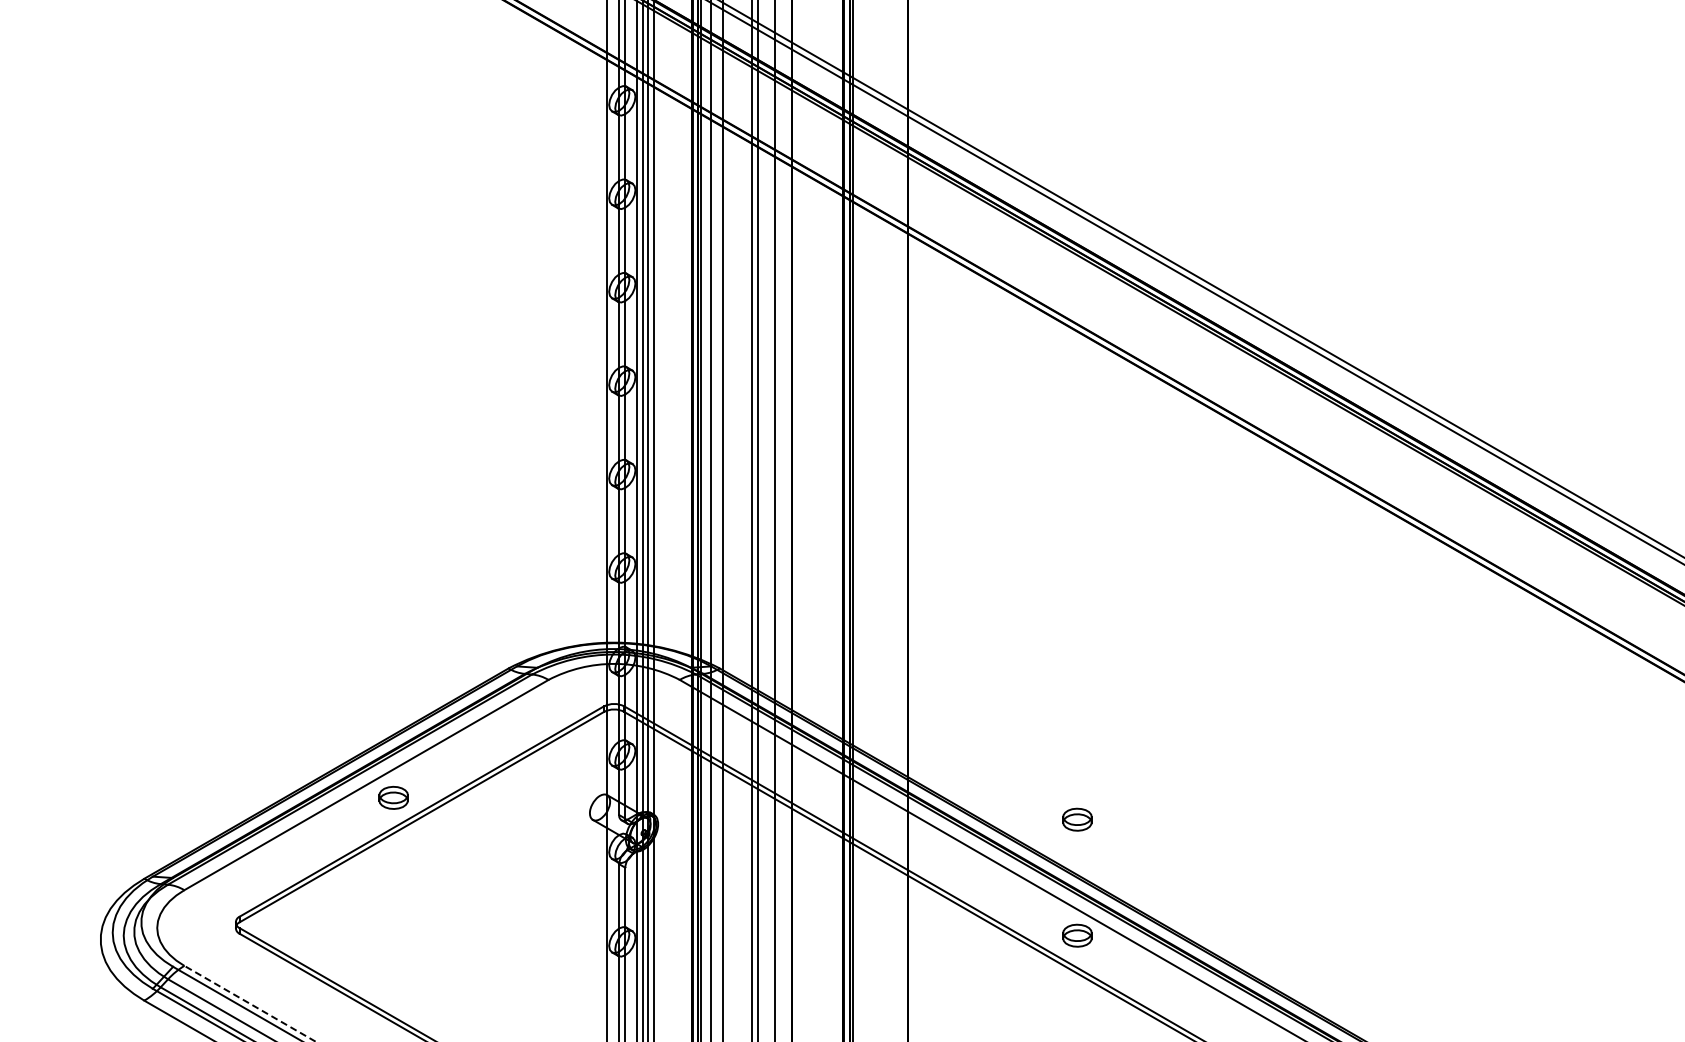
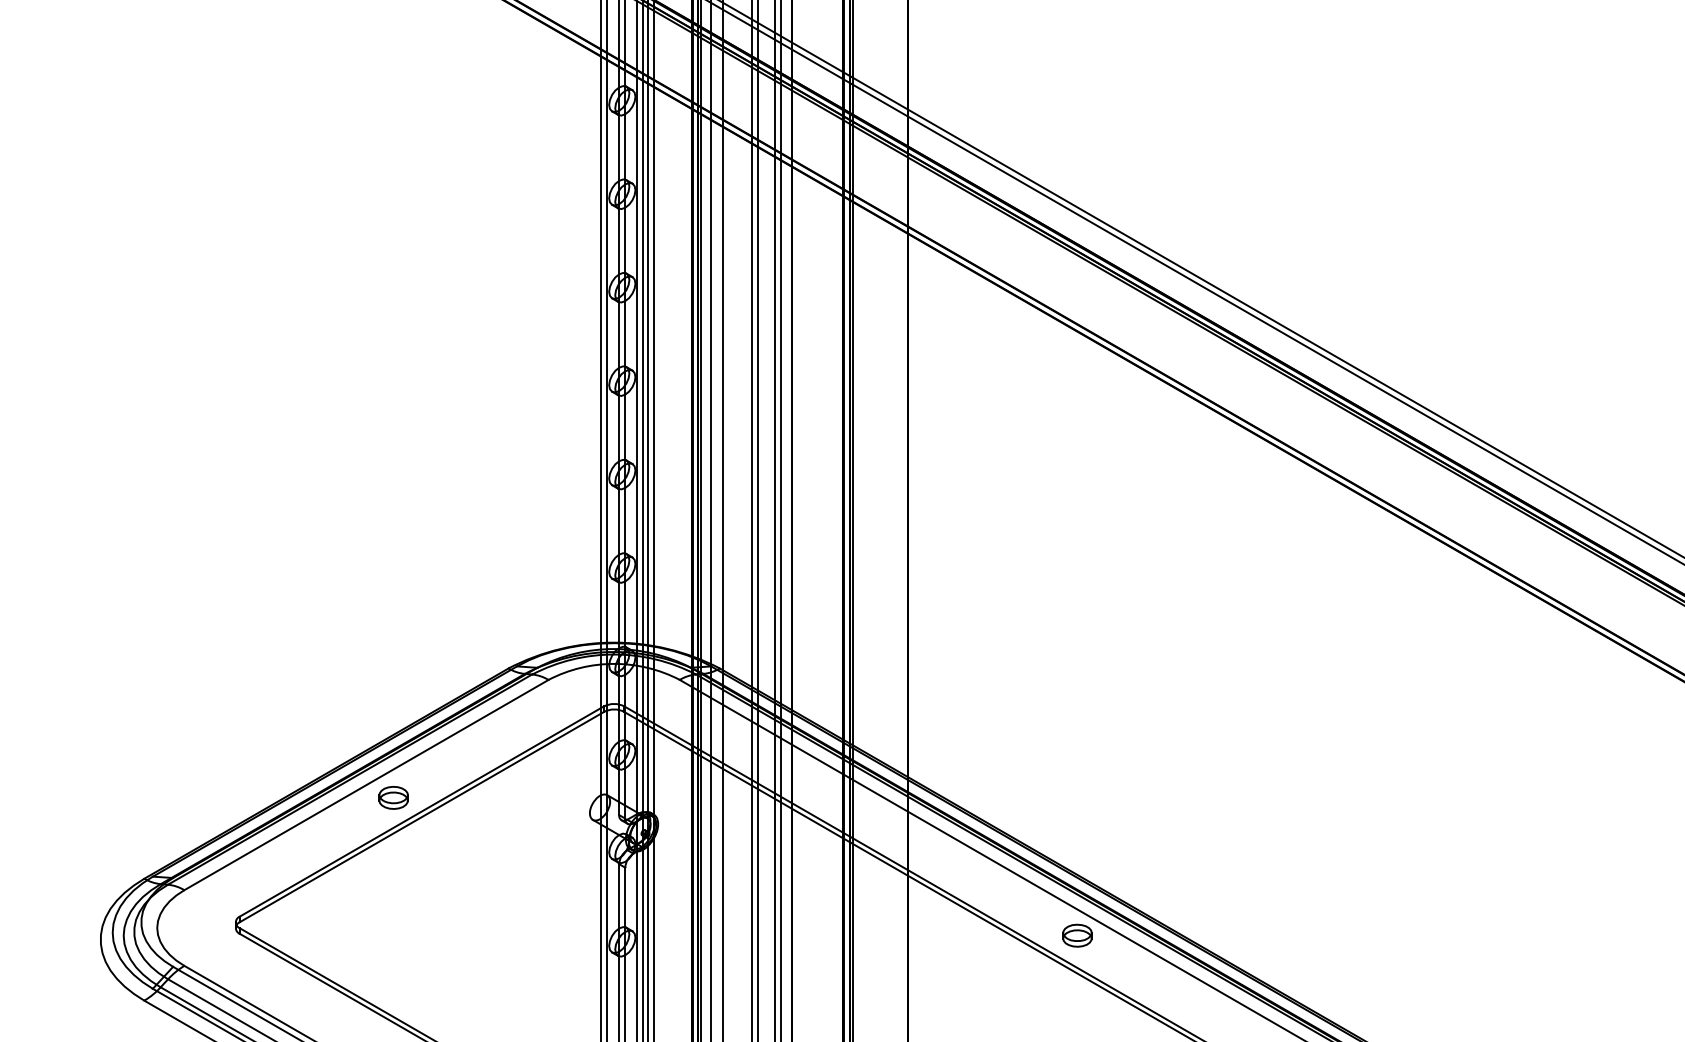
line at (601, 520): none -> present
line at (781, 520): none -> present
part at (1077, 819): present -> none
line at (250, 1003): dashed -> solid
